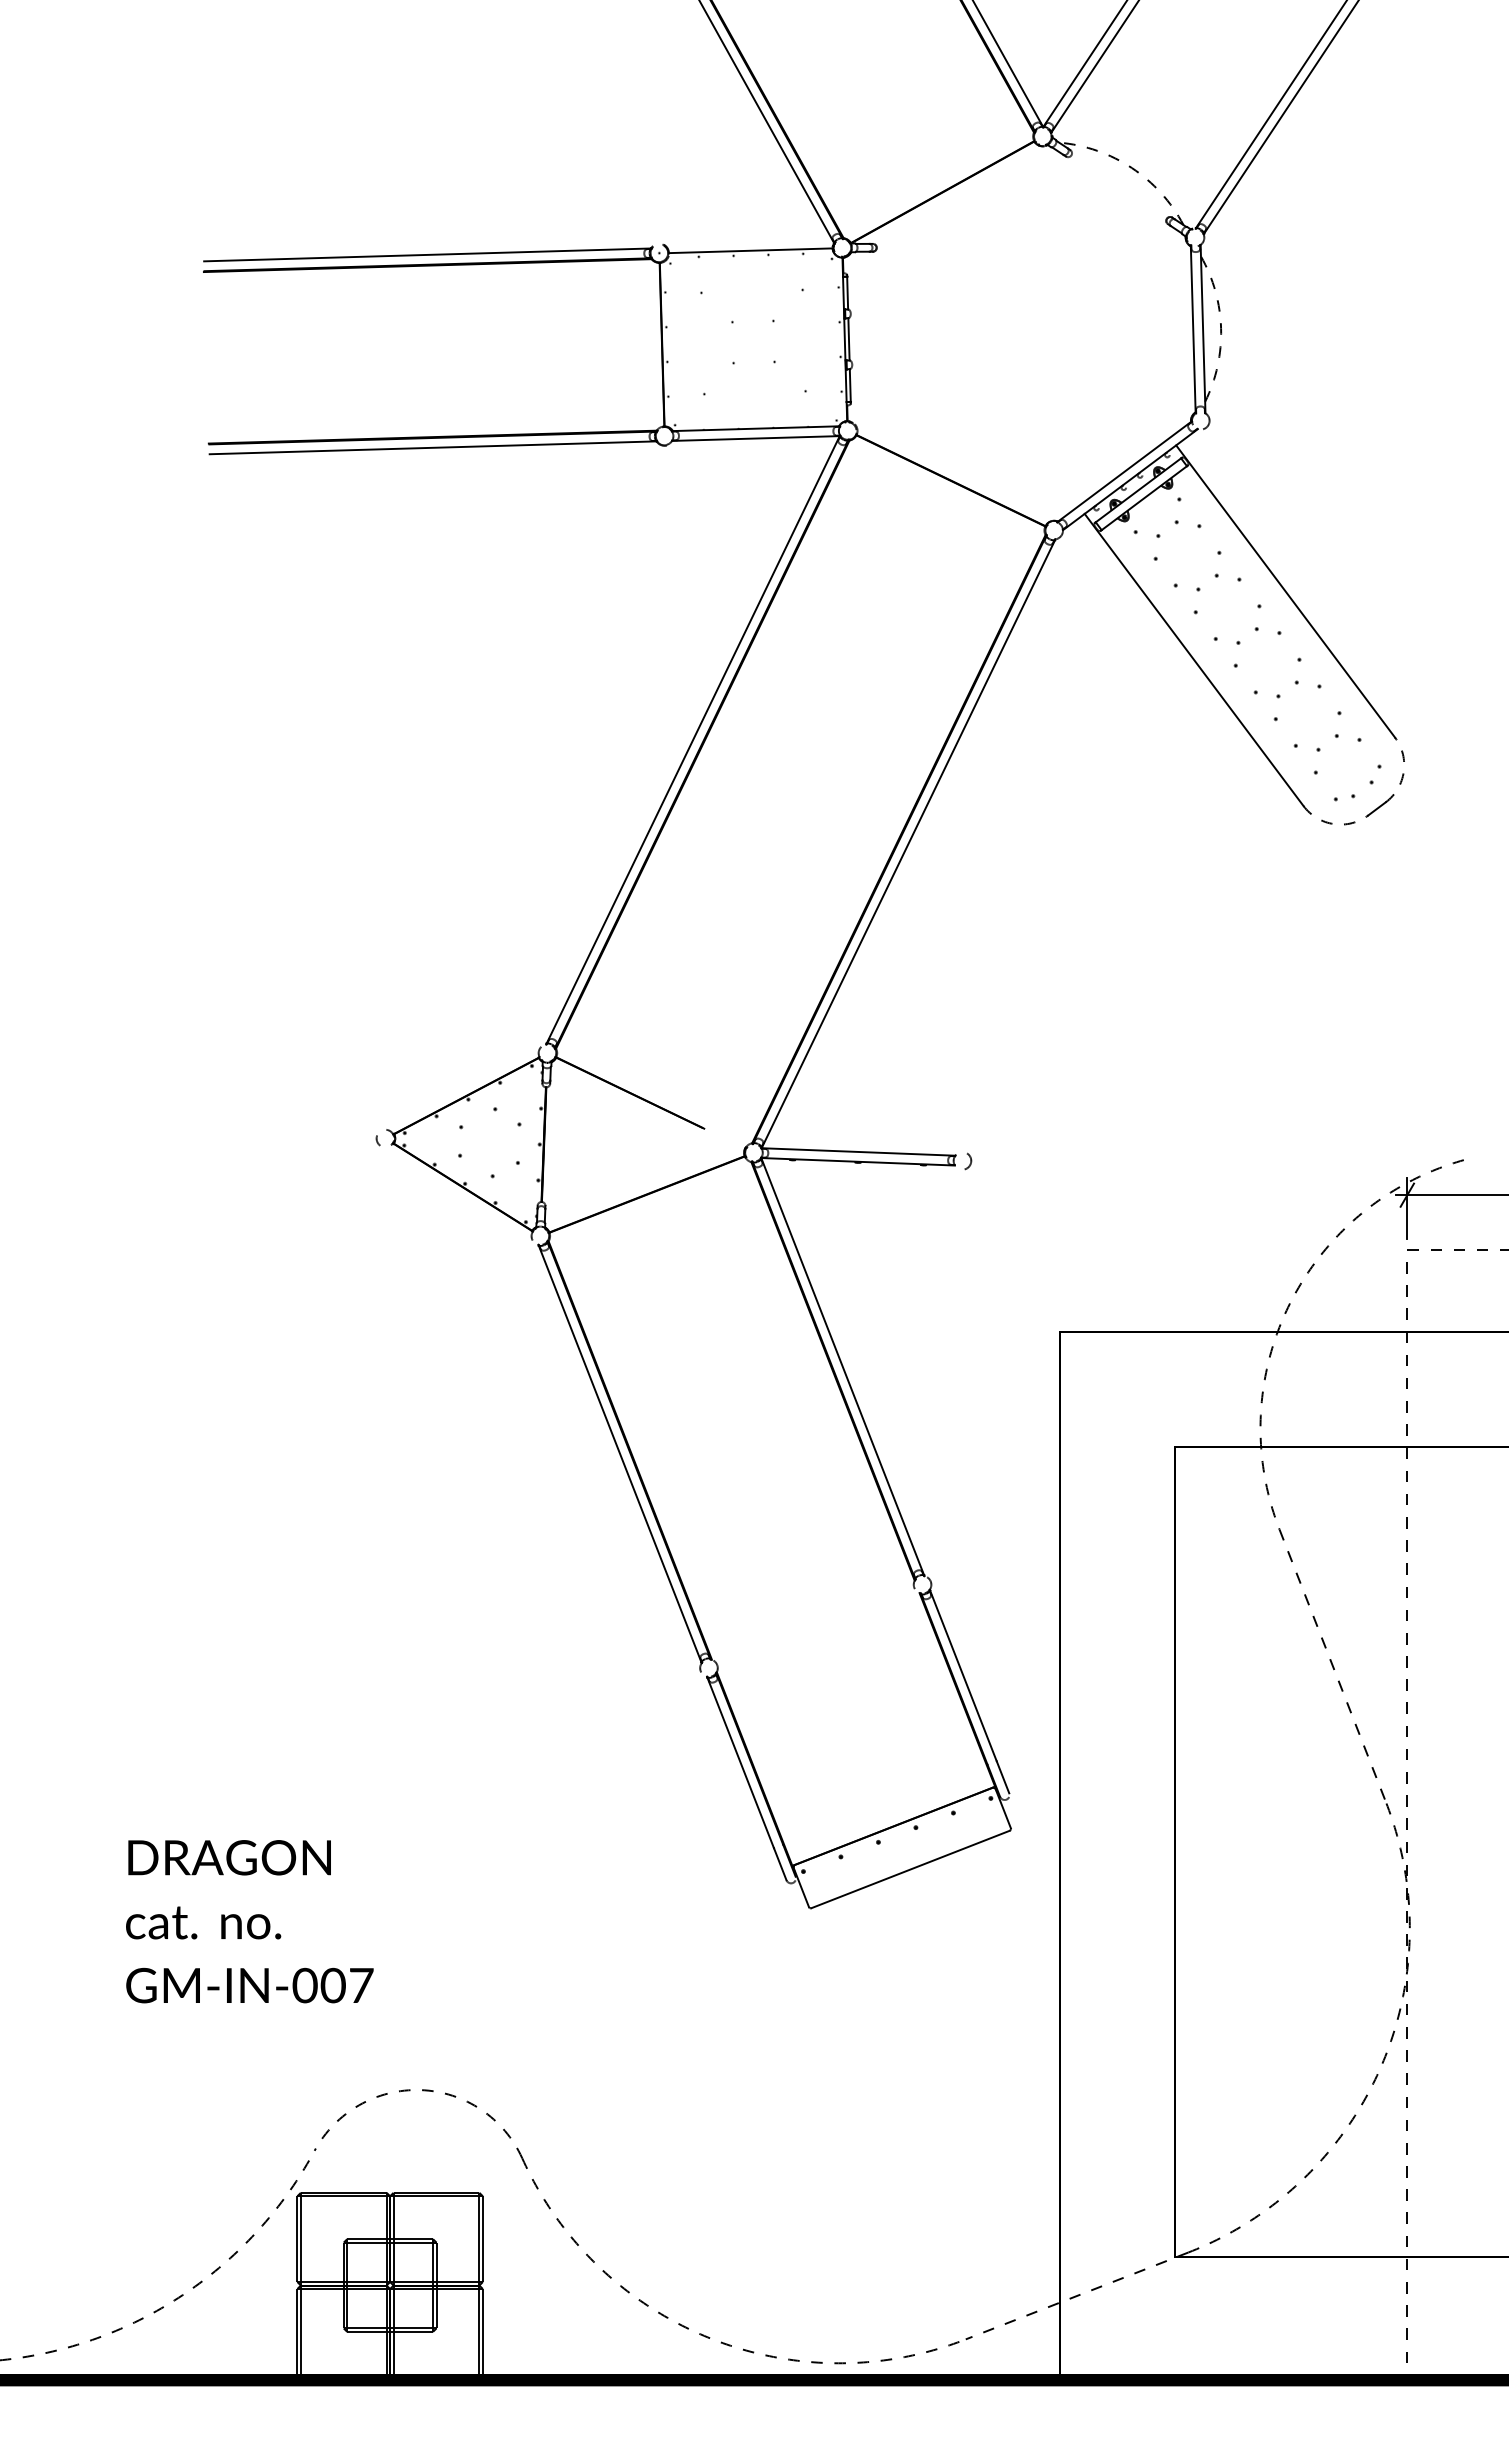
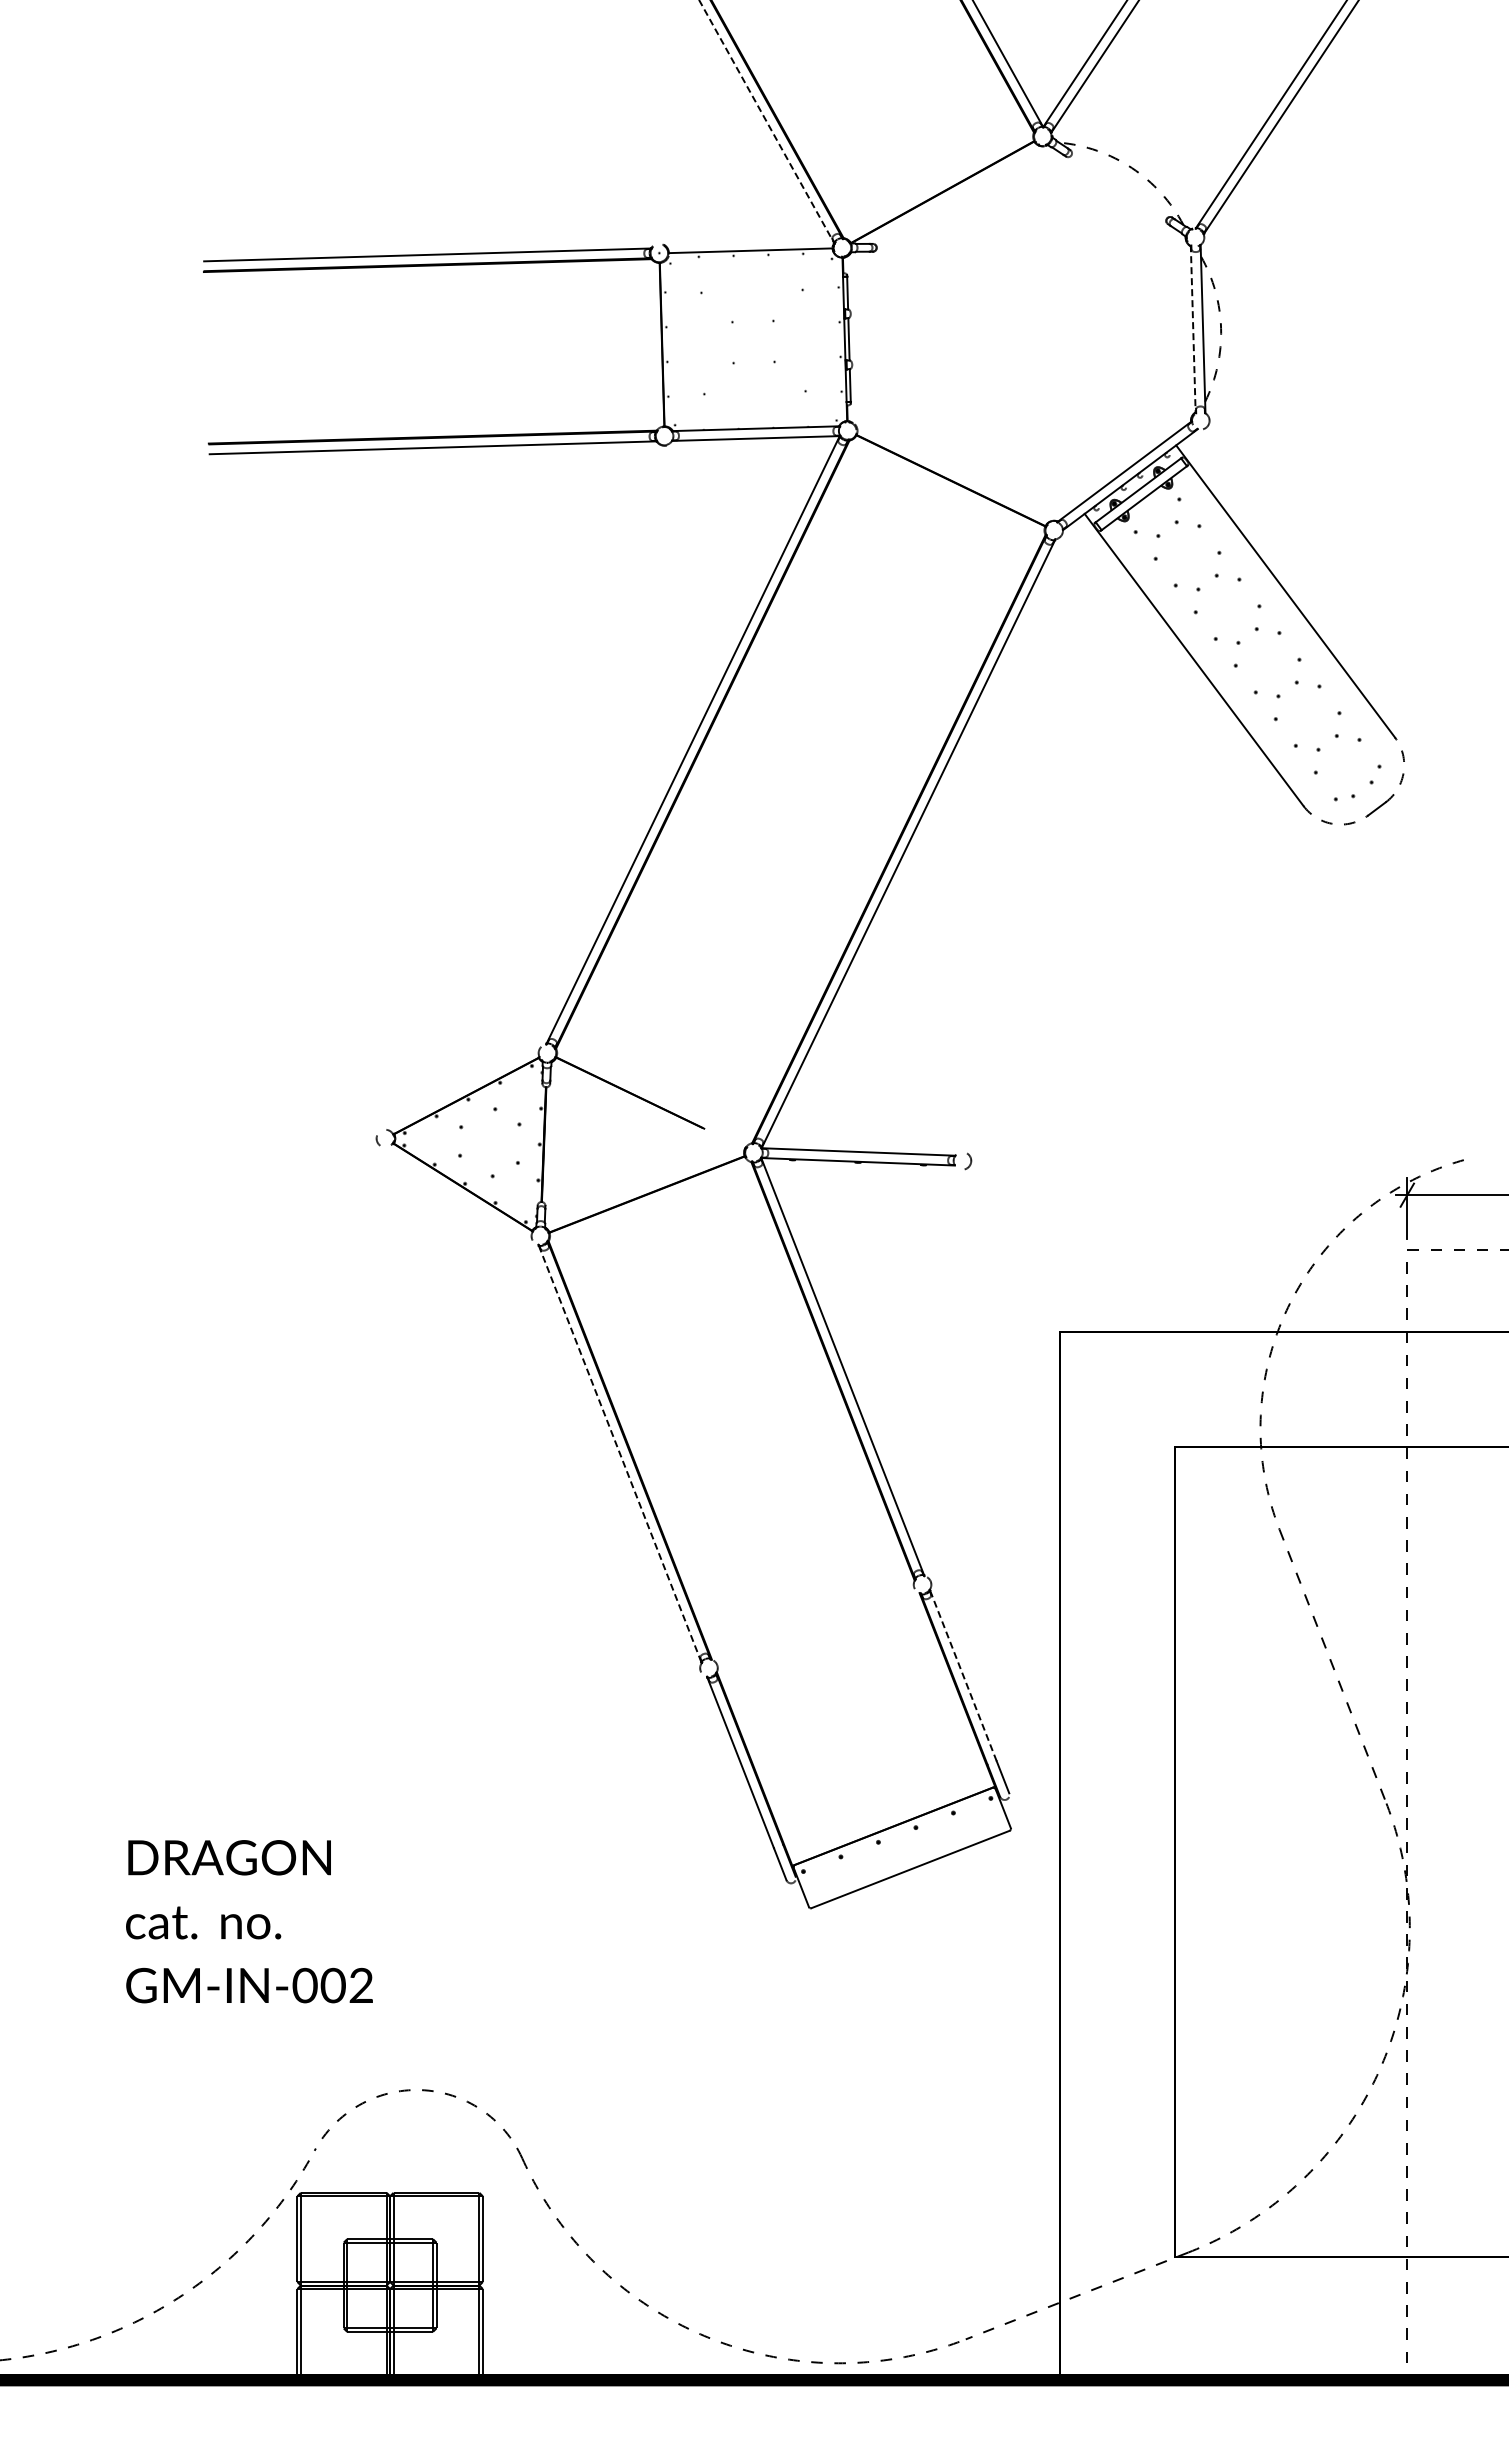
line at (766, 121): solid -> dashed
line at (1193, 329): solid -> dashed
line at (620, 1454): solid -> dashed
line at (963, 1675): solid -> dashed
text at (361, 1984): GM-IN-007 -> GM-IN-002
